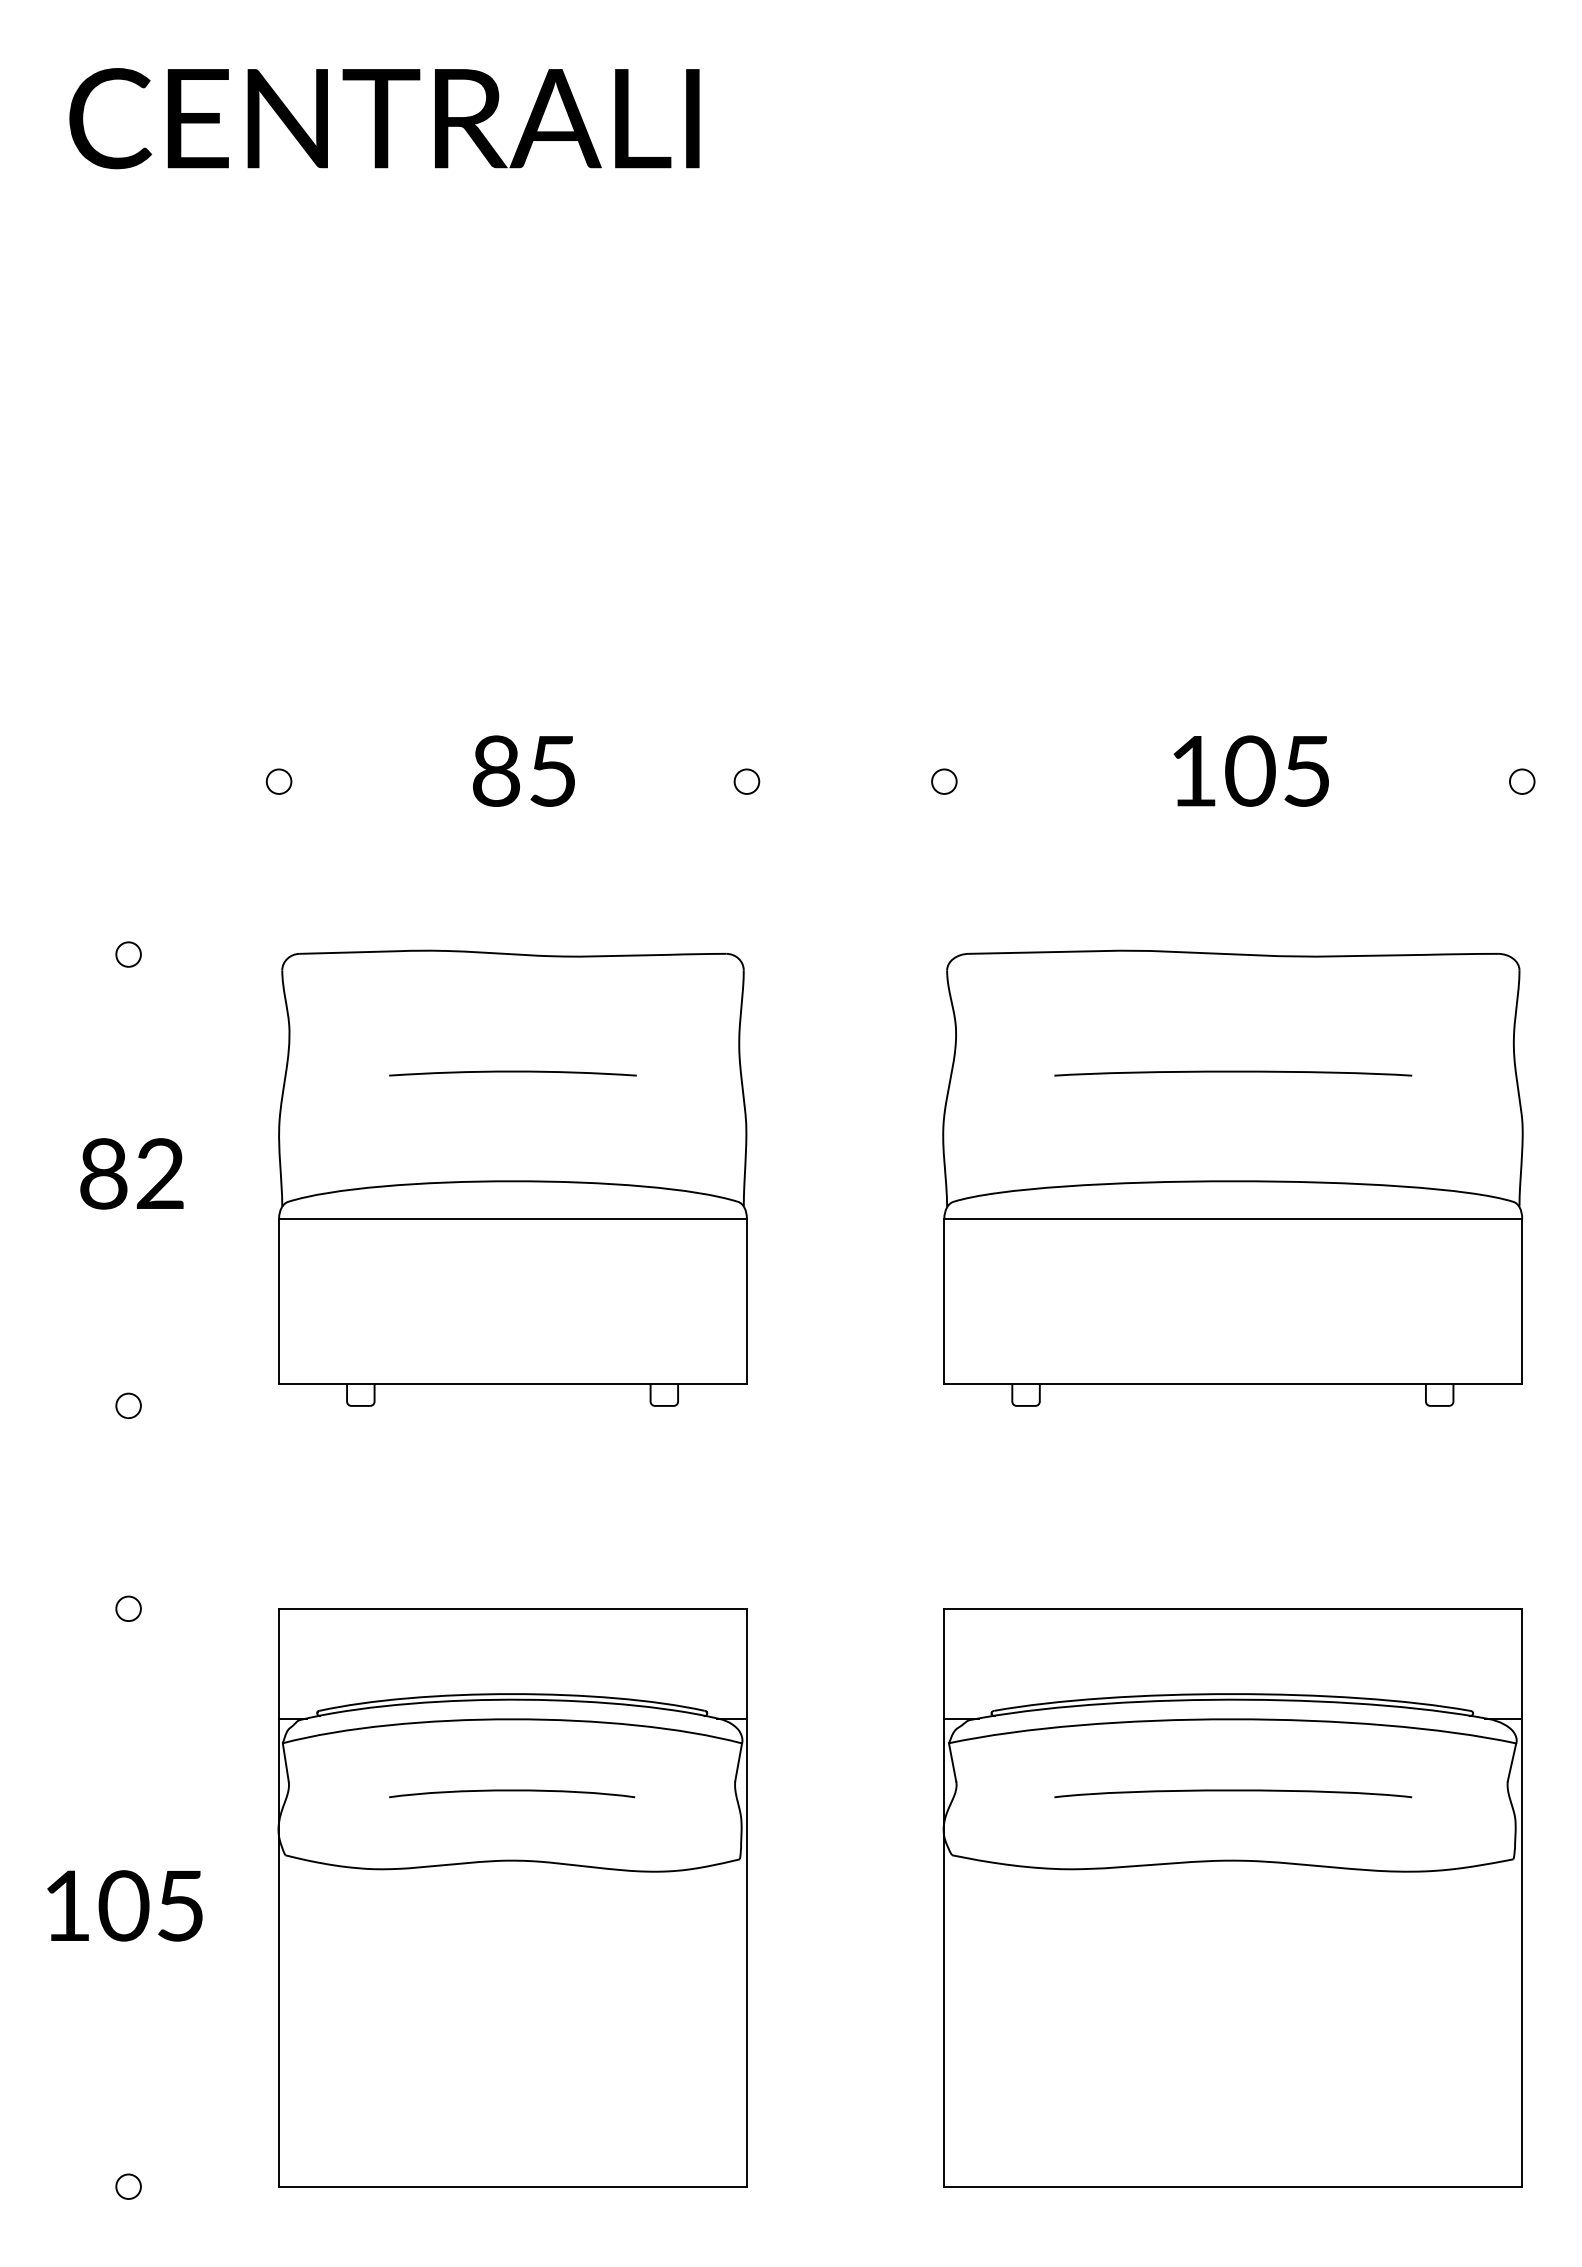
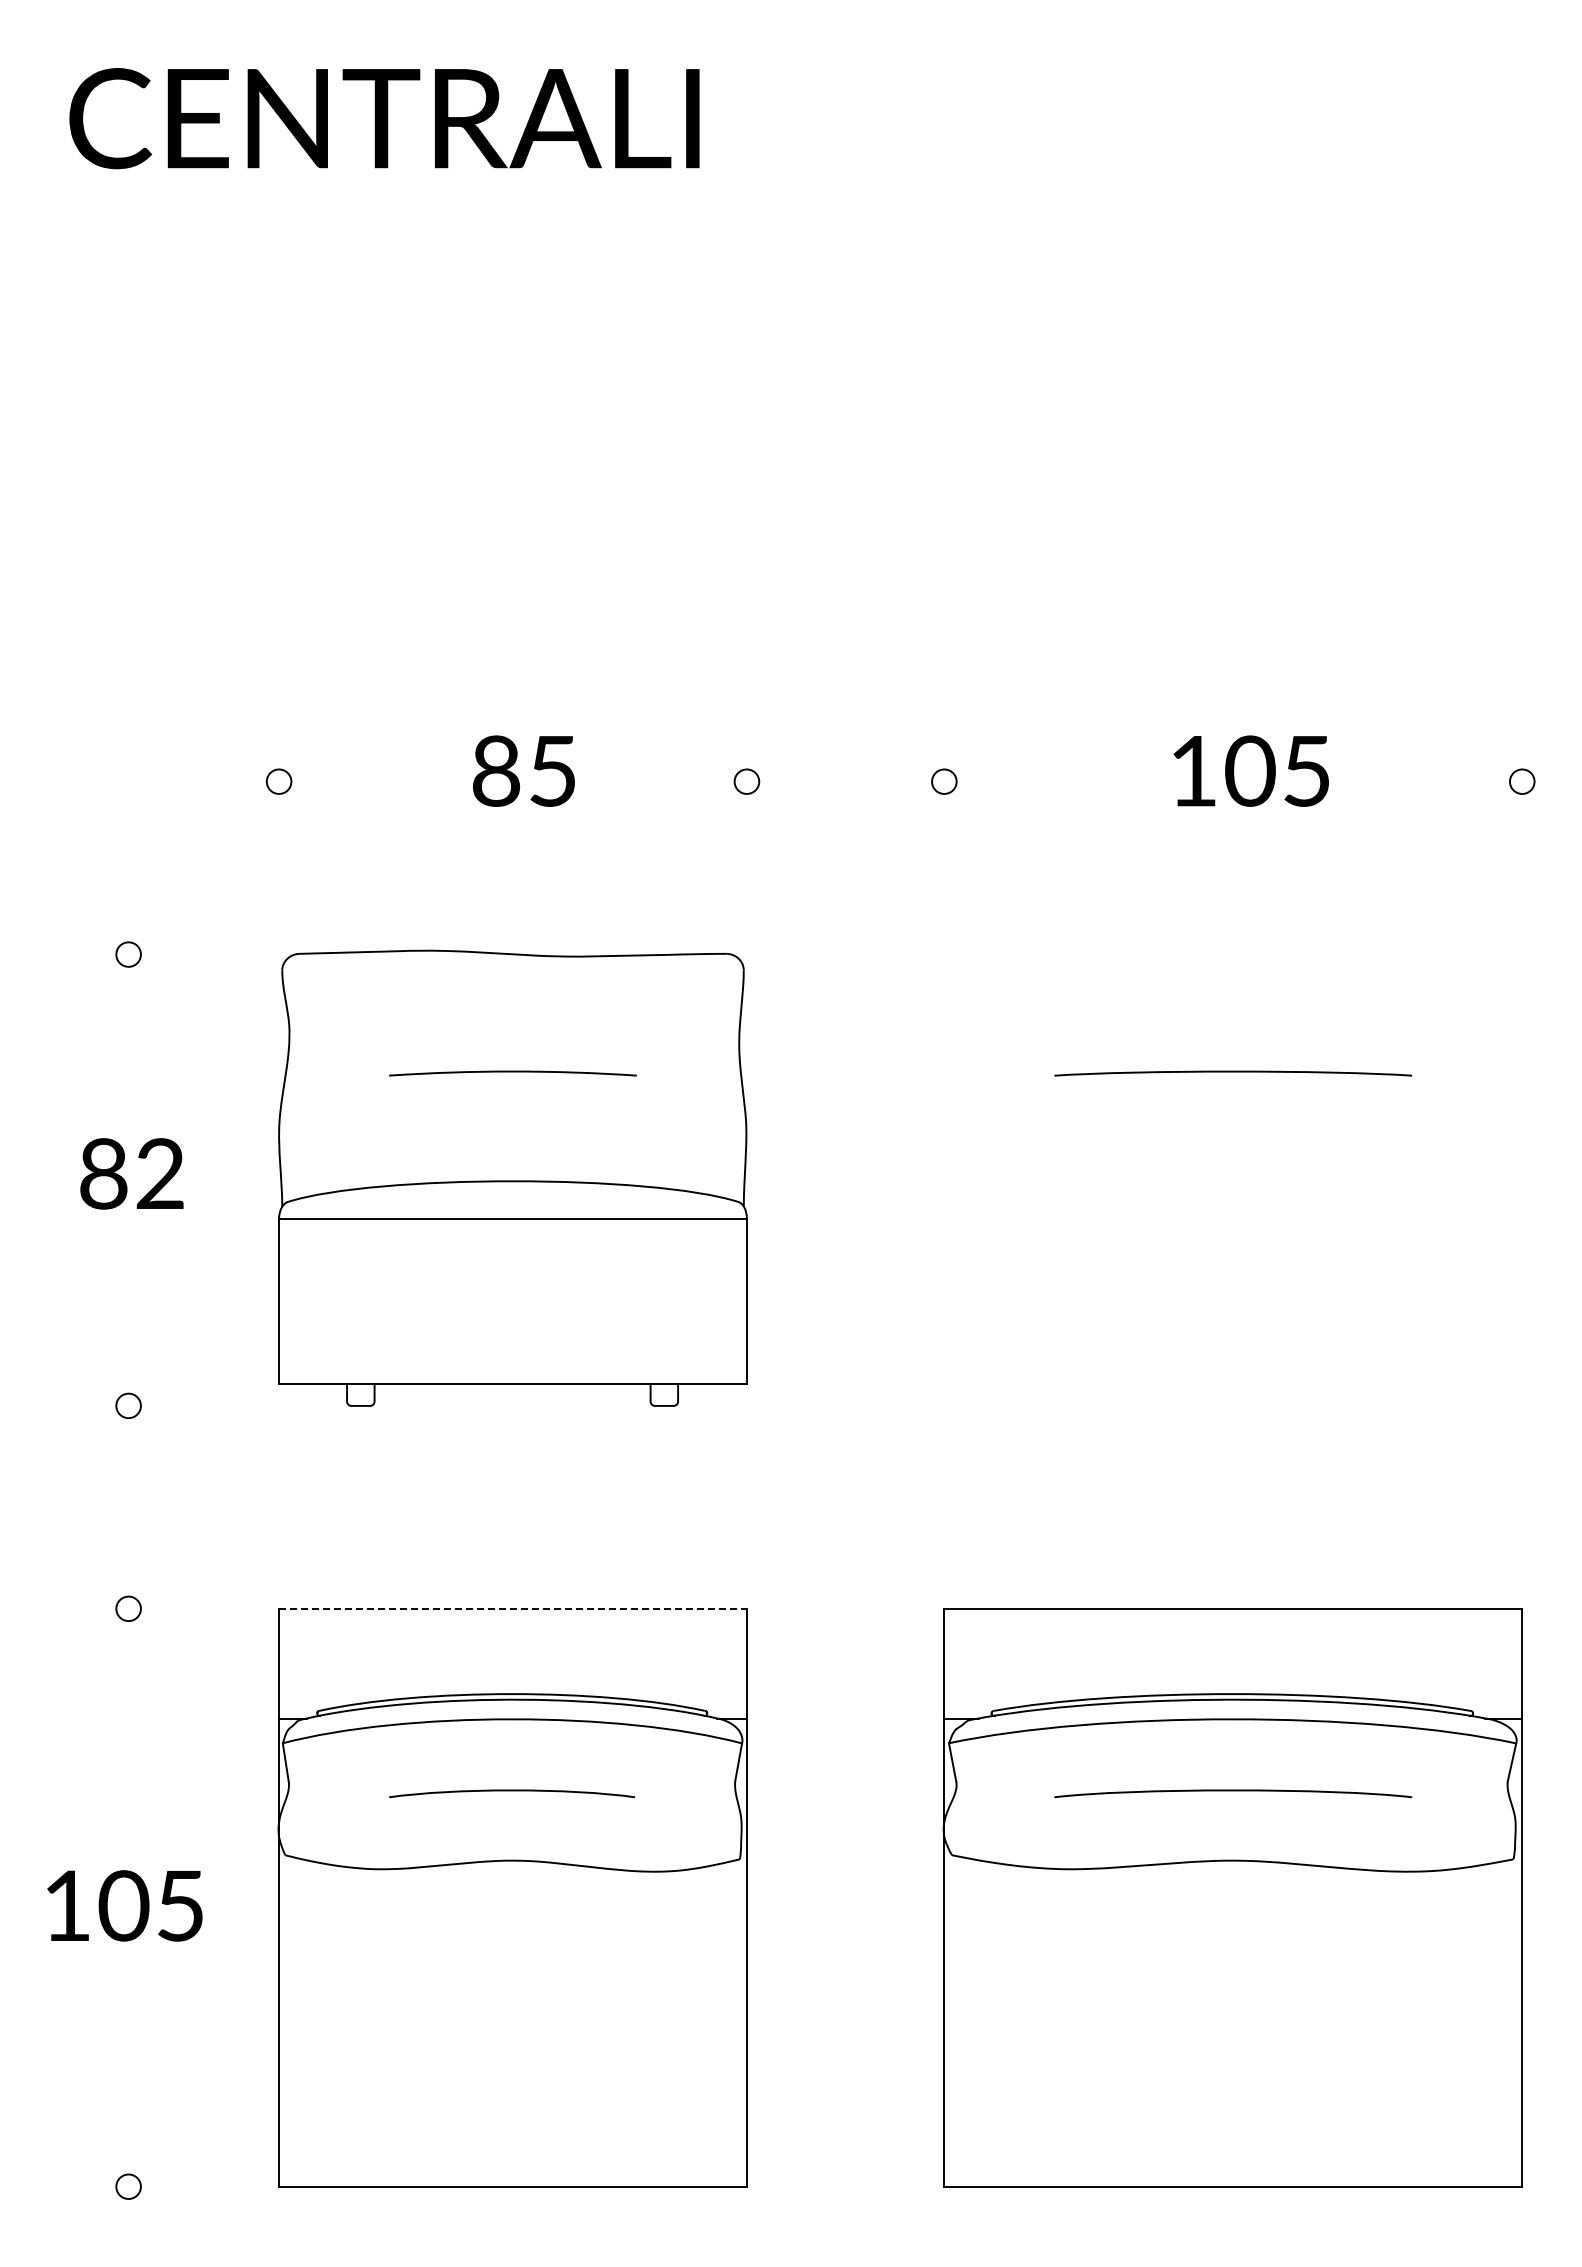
part at (1232, 1177): present -> none
line at (513, 1608): solid -> dashed
